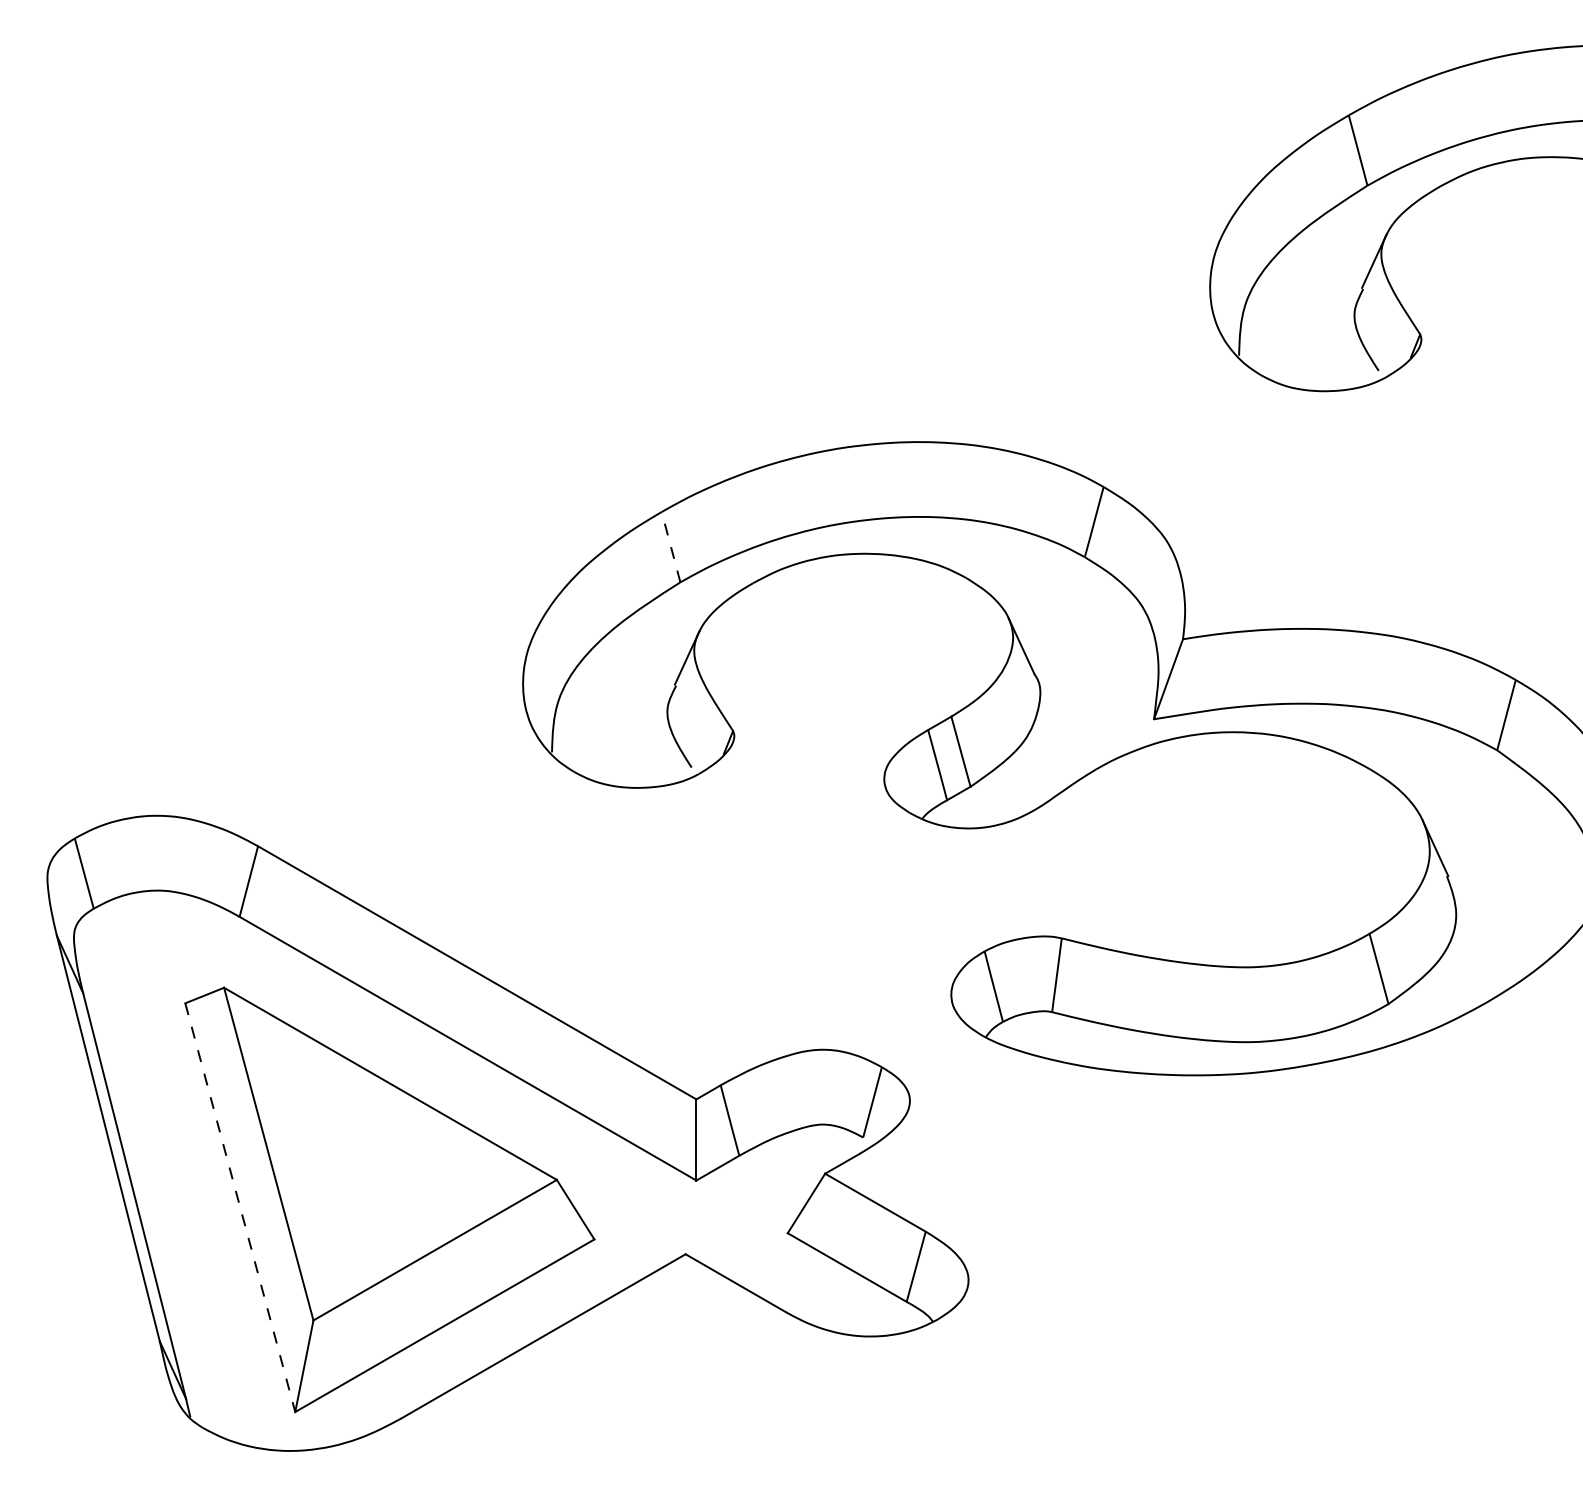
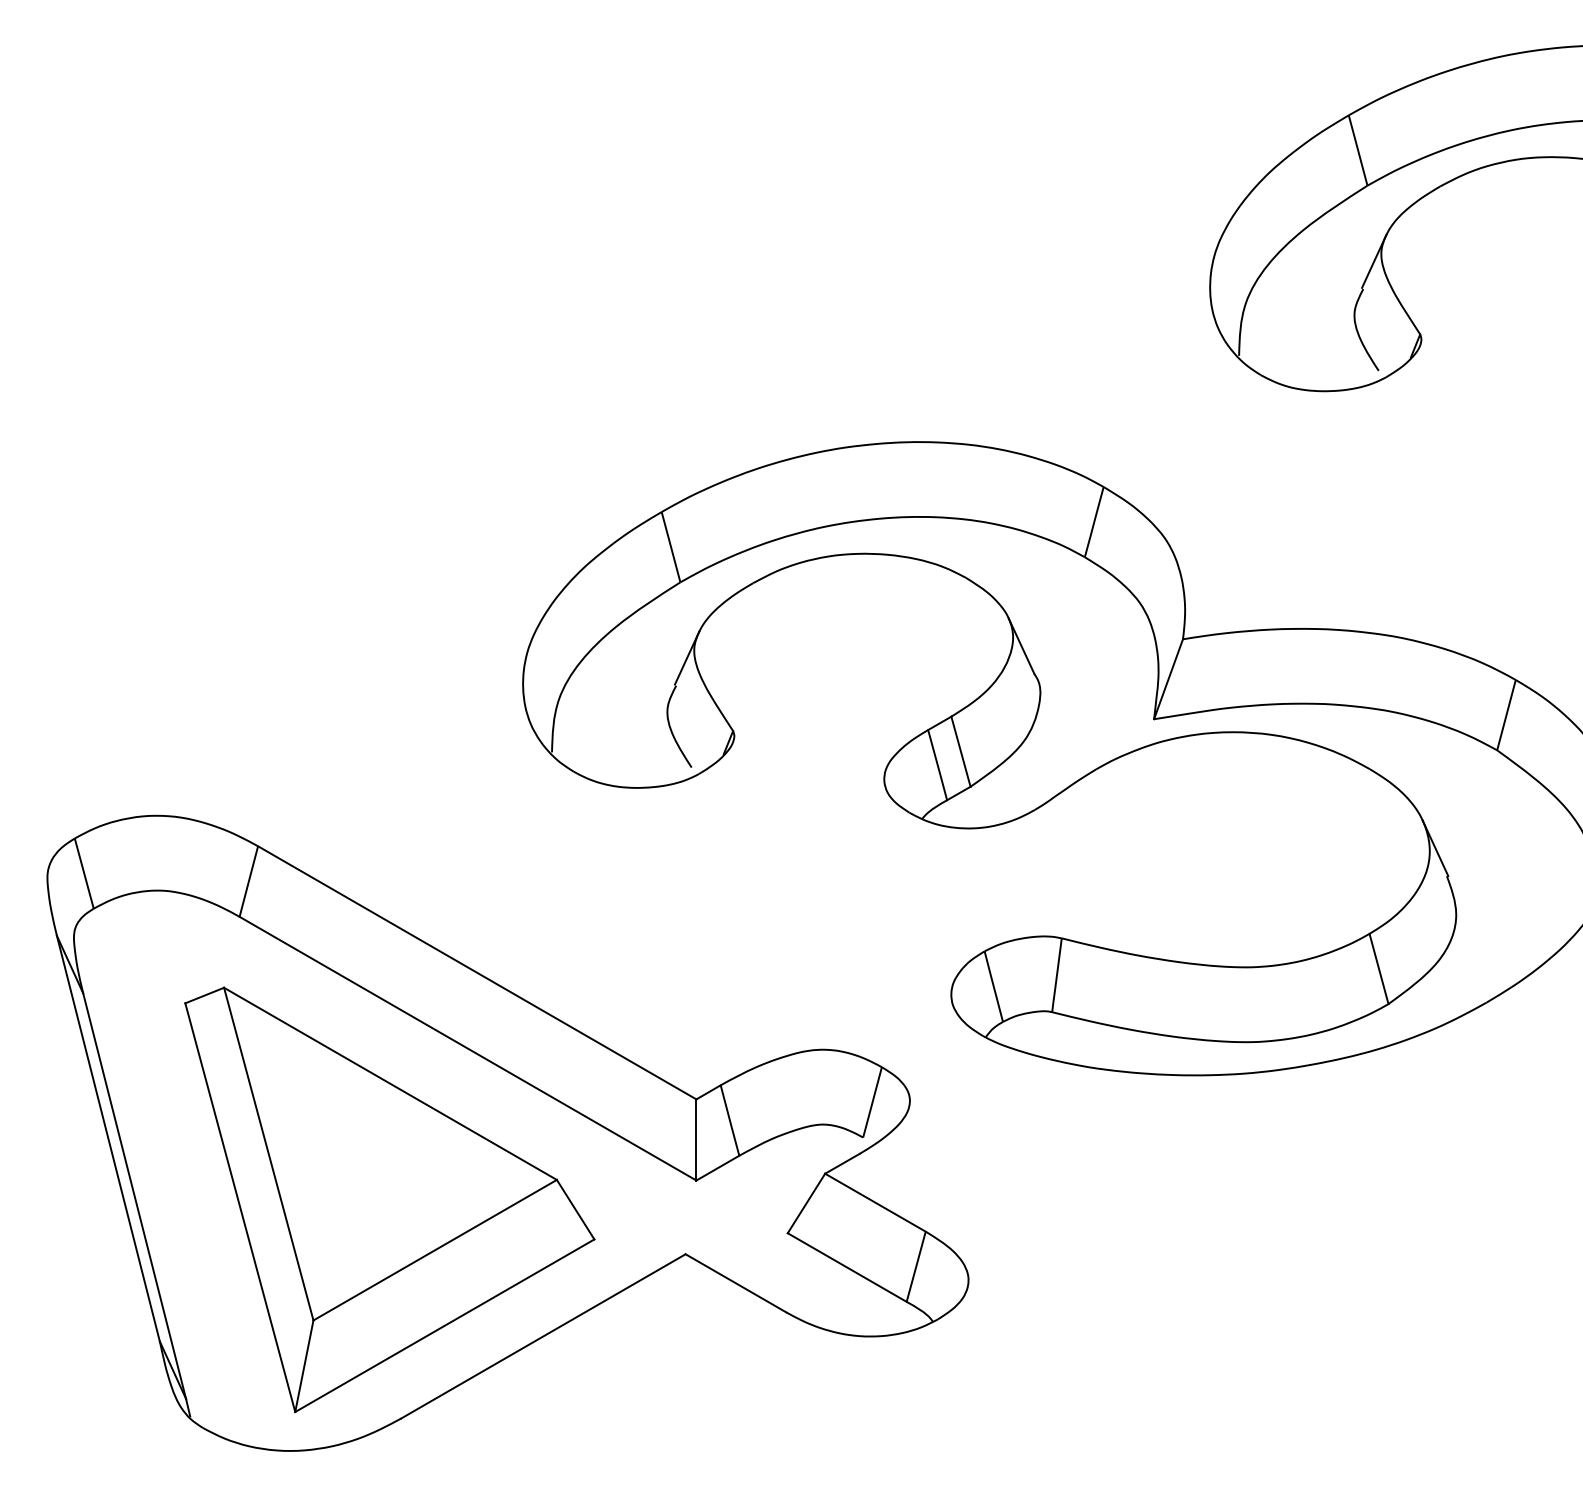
line at (671, 546): dashed -> solid
line at (240, 1207): dashed -> solid
